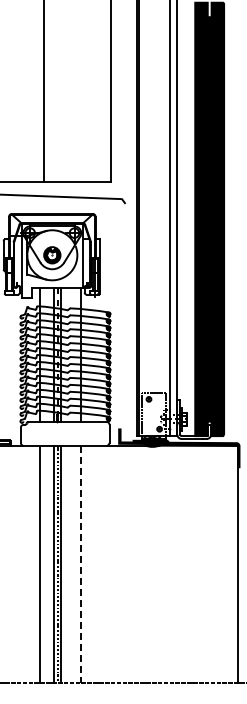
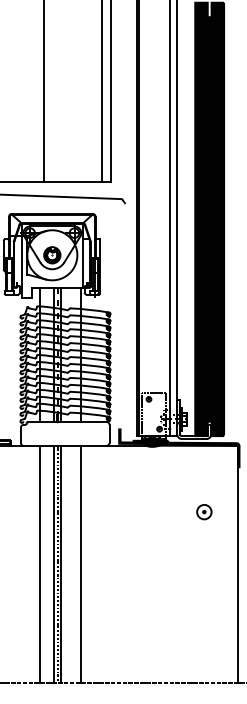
line at (101, 92): none -> present
part at (204, 512): none -> present
line at (80, 564): dashed -> solid
